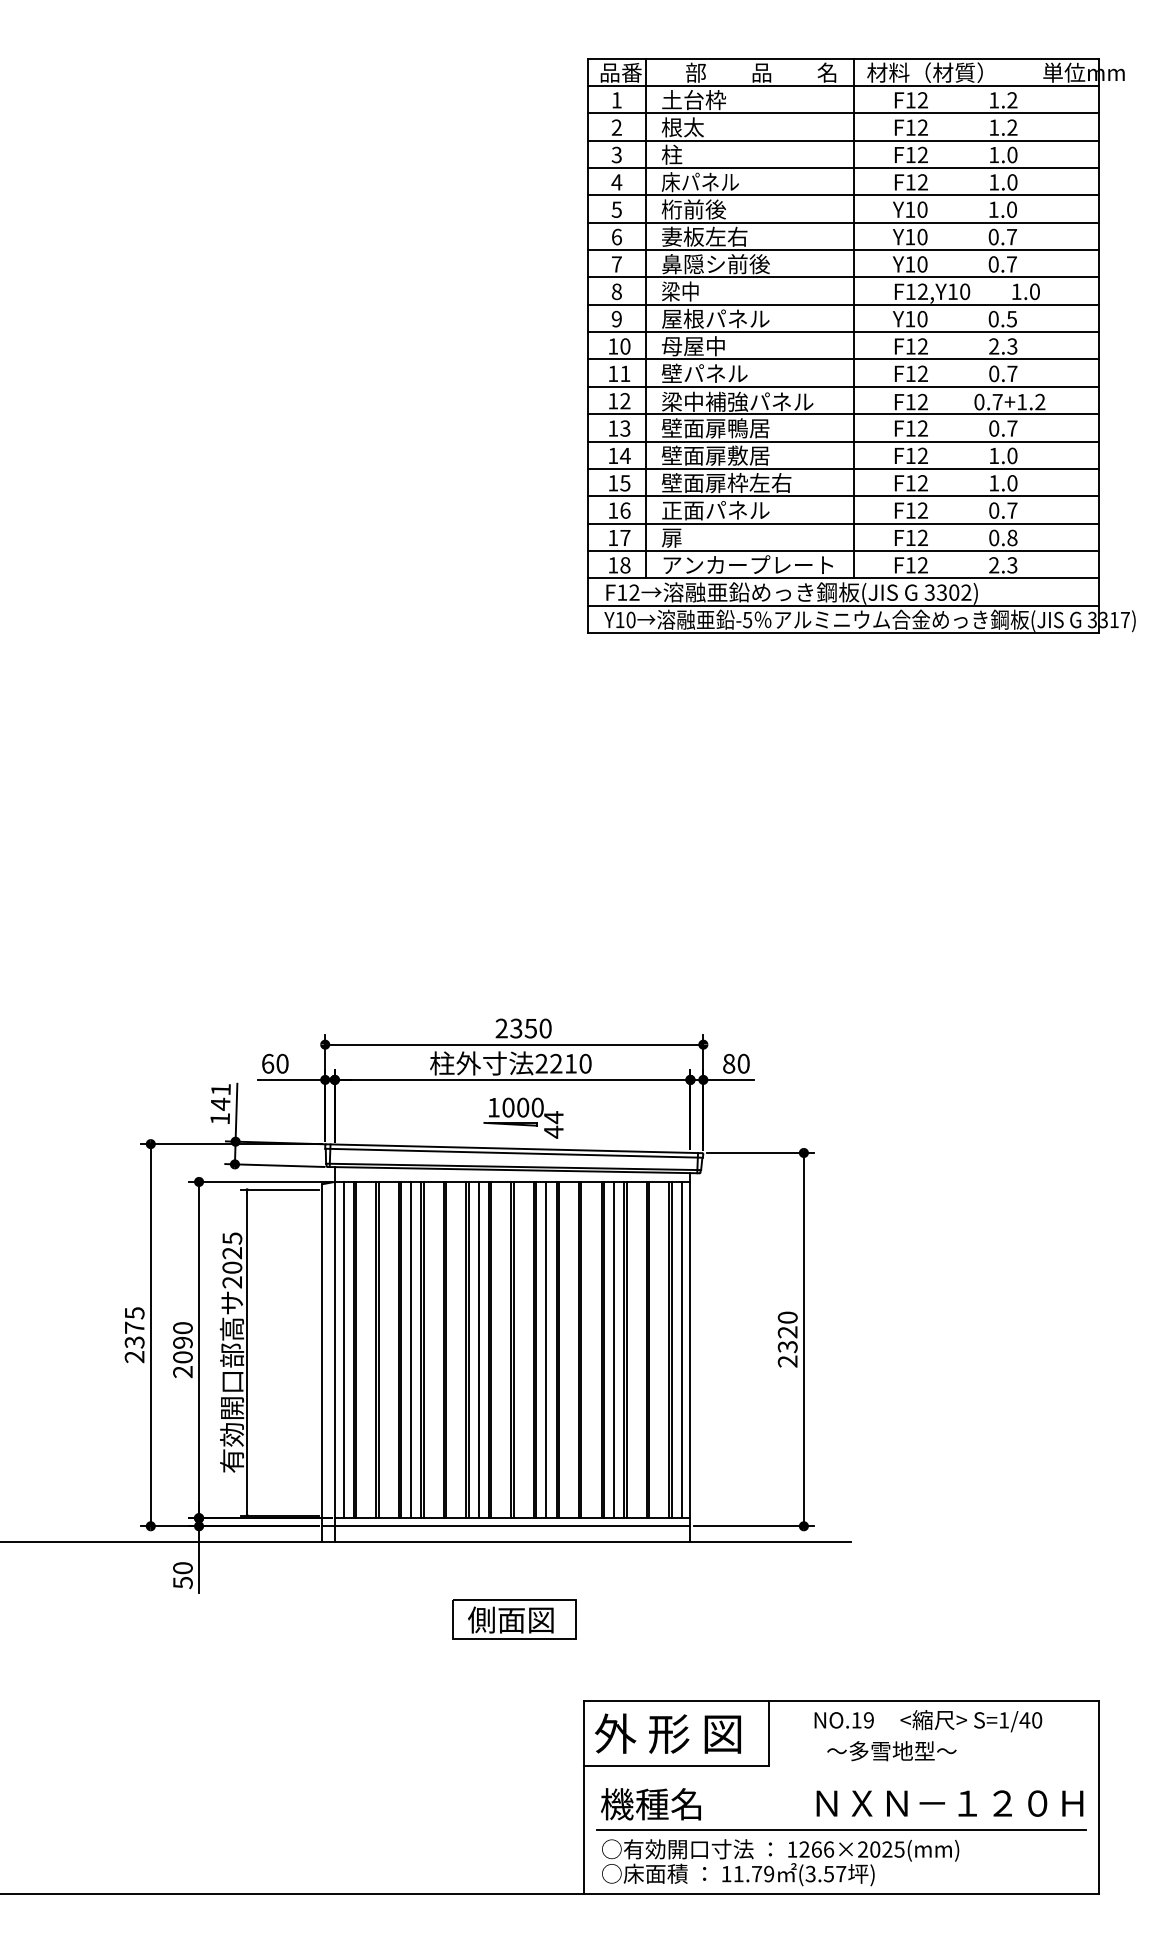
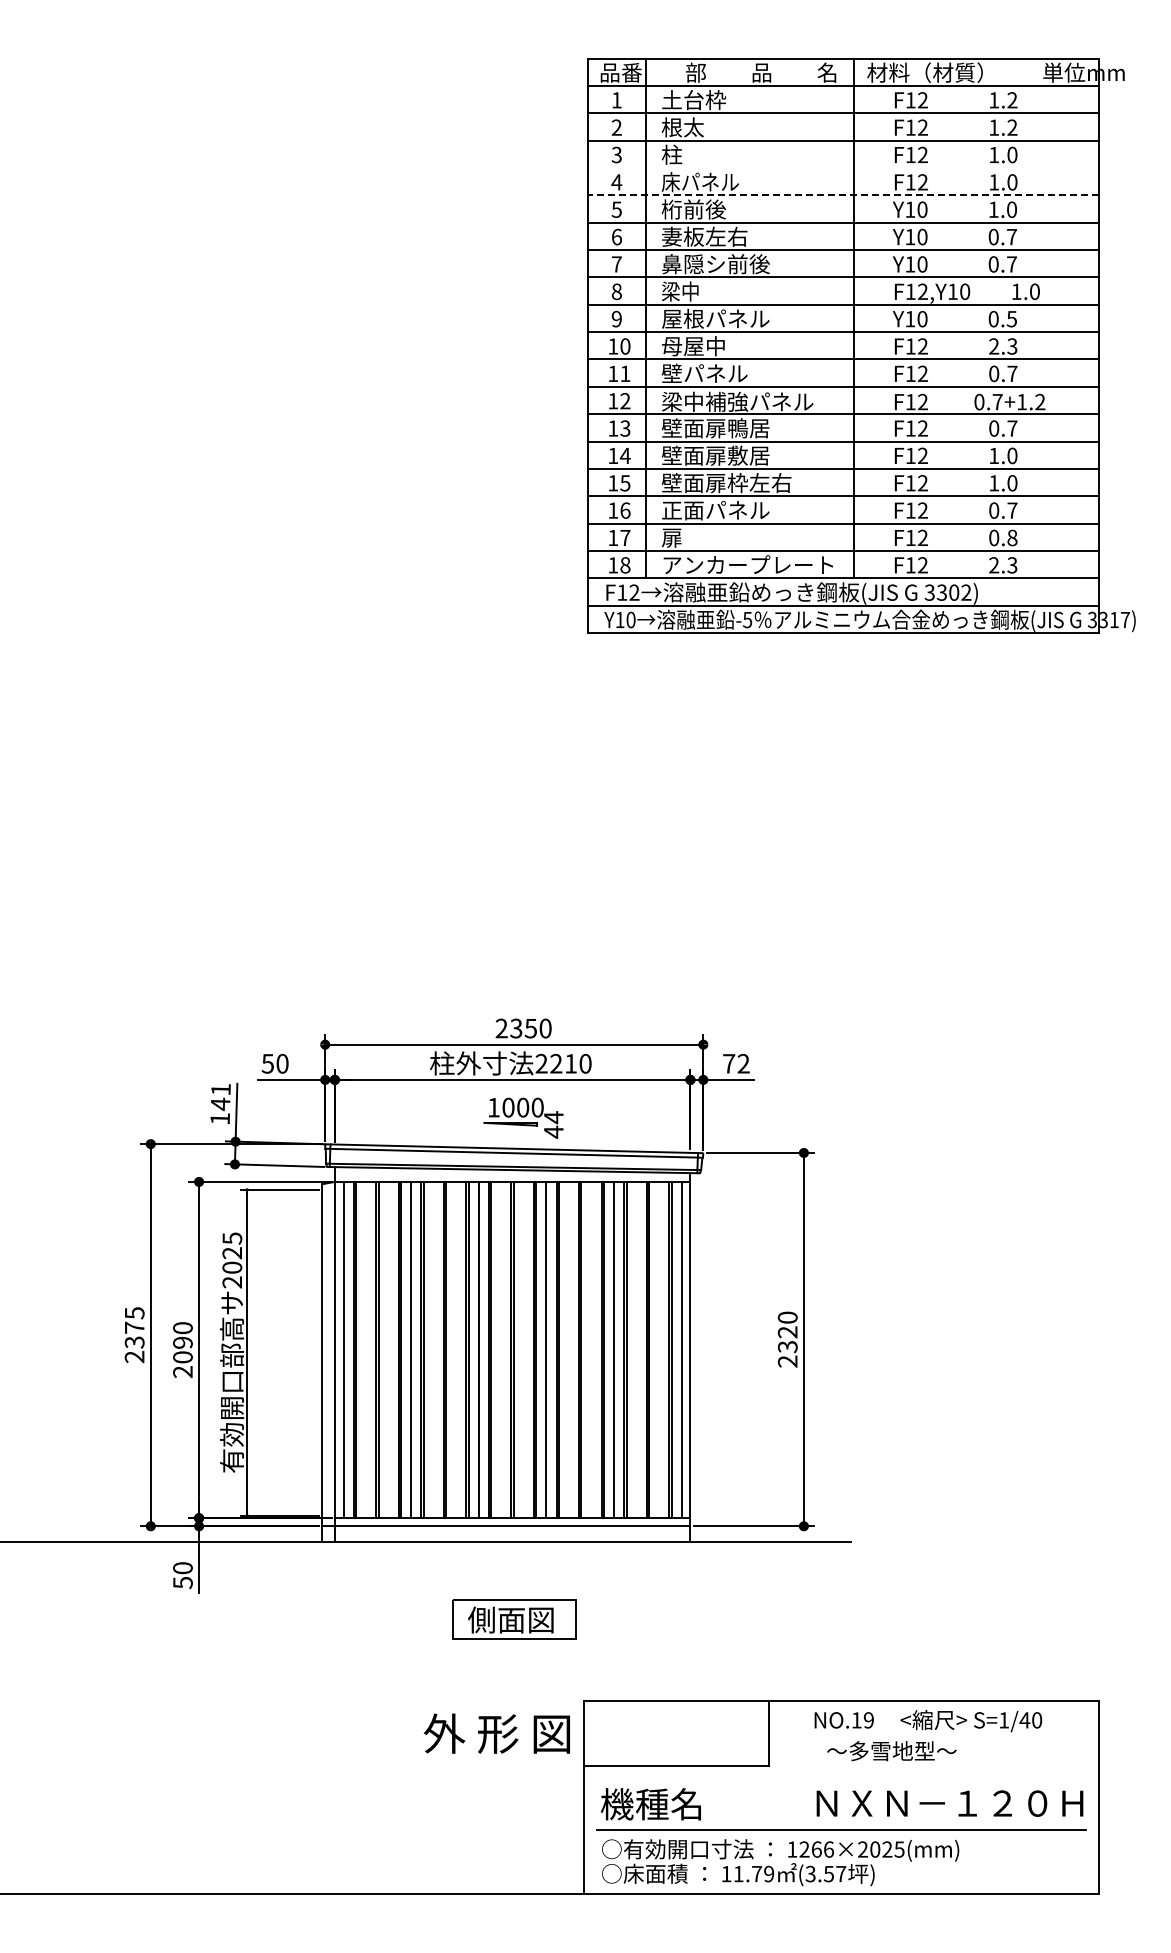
line at (843, 168): present -> none
line at (843, 195): solid -> dashed
text at (267, 1063): 60 -> 50
text at (736, 1063): 80 -> 72
text at (667, 1733) position: (667, 1733) -> (496, 1733)
